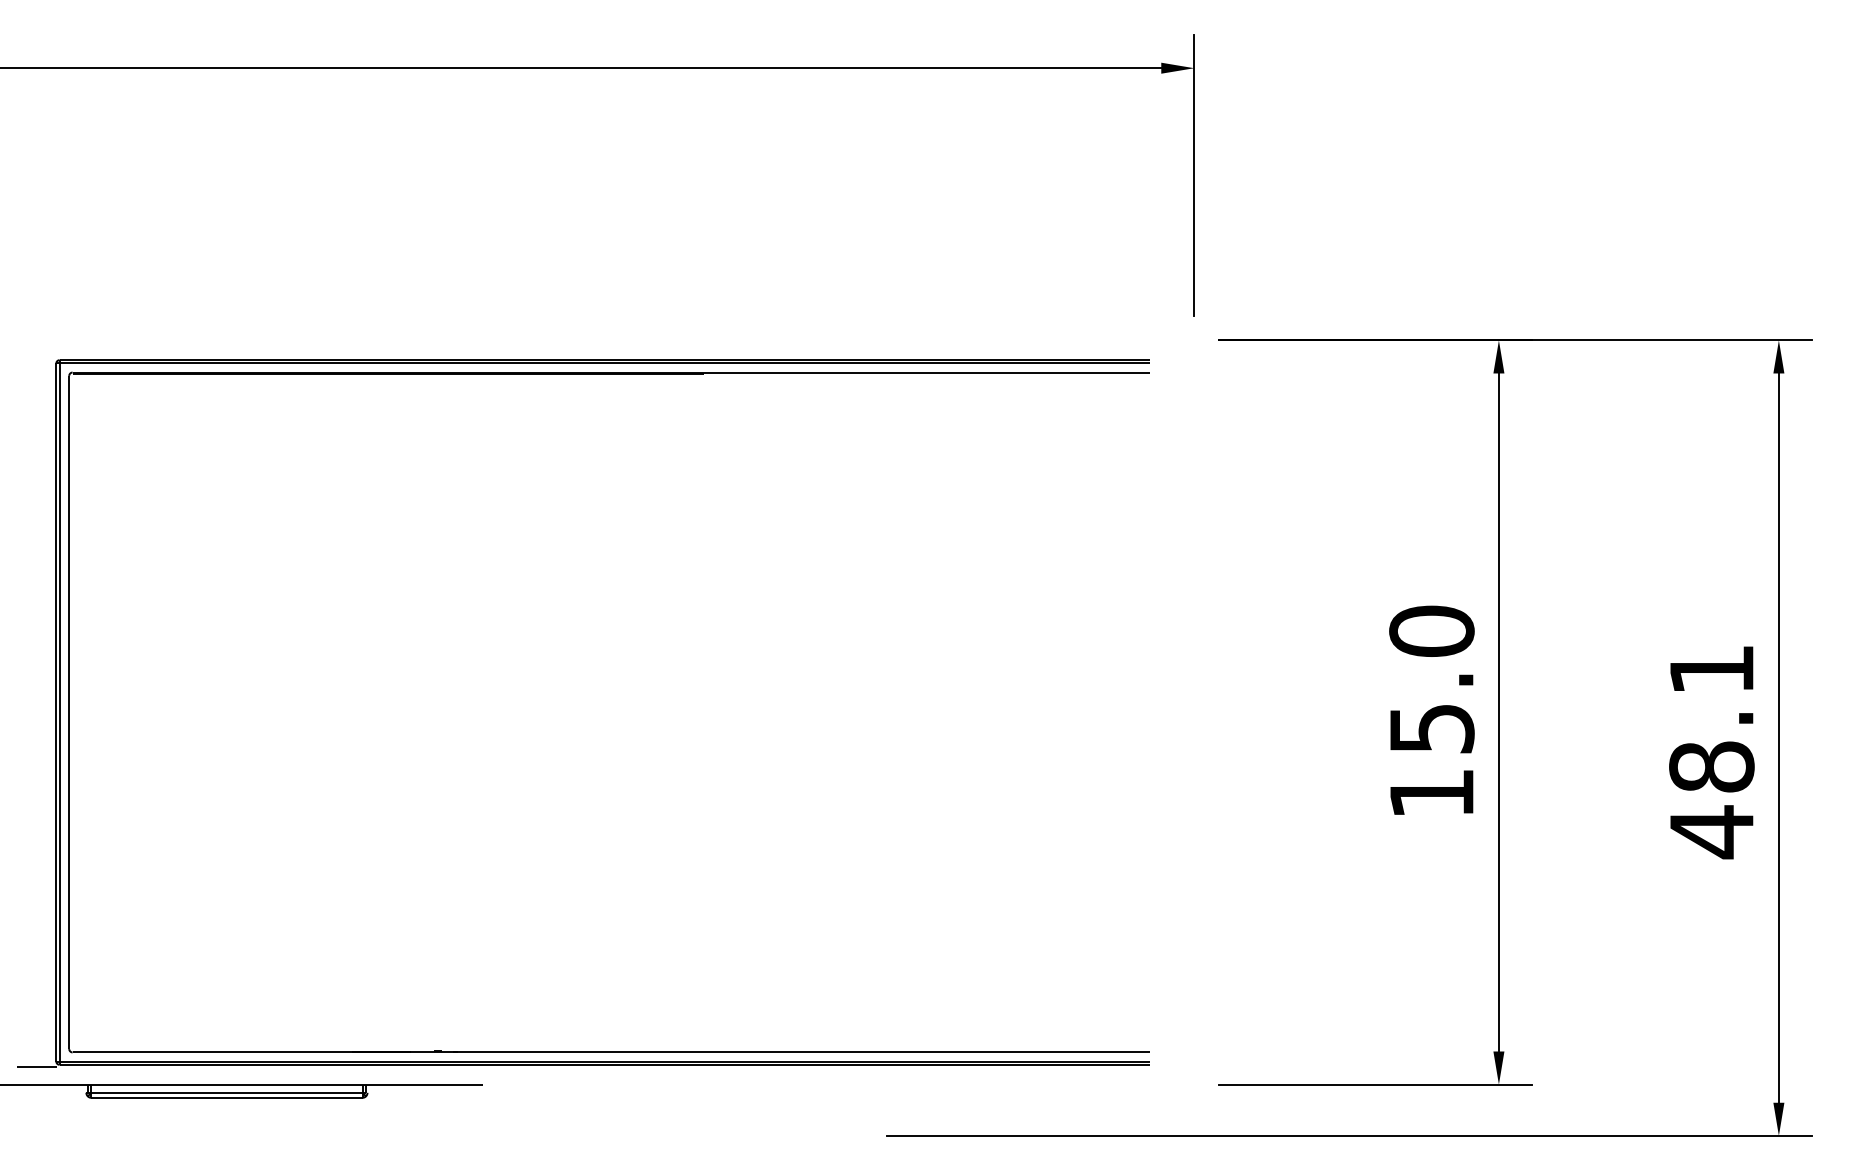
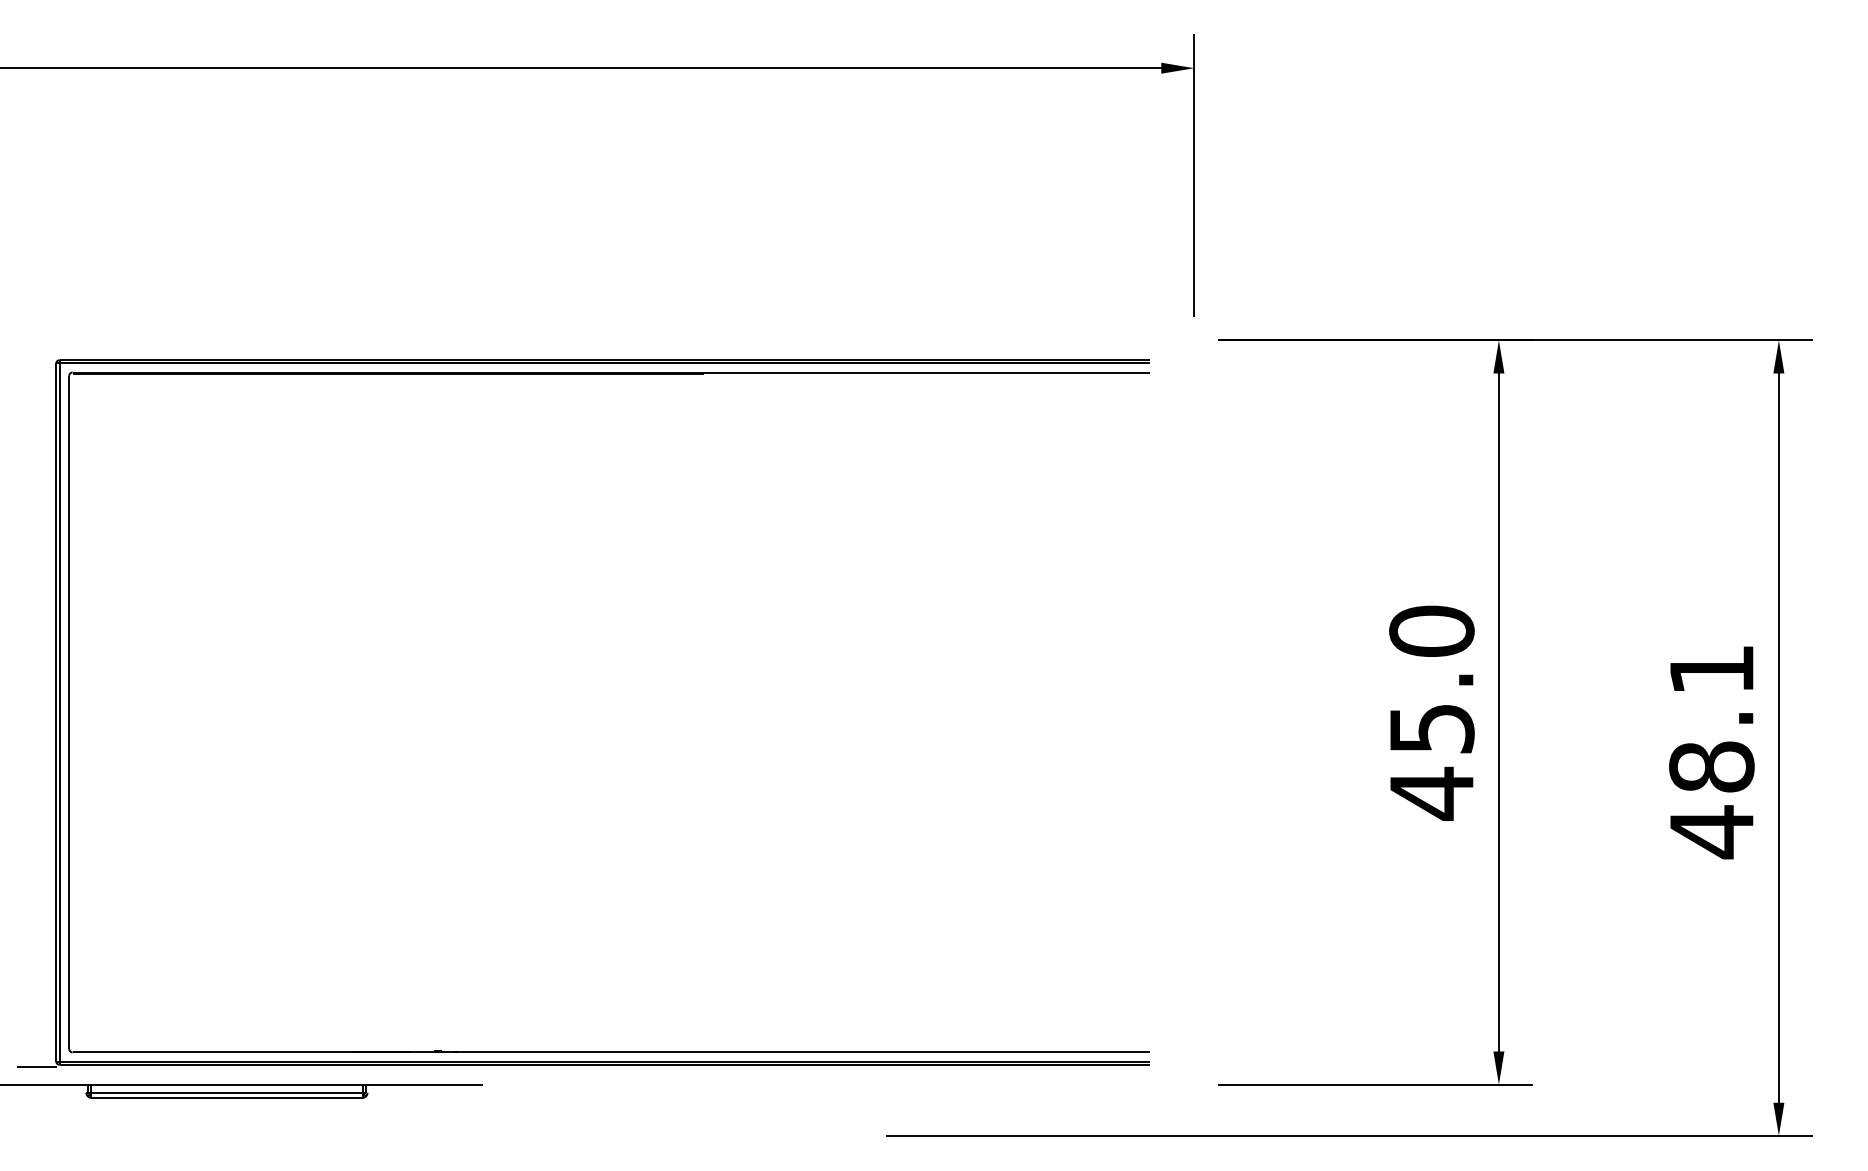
text at (1431, 793): 15.0 -> 45.0
